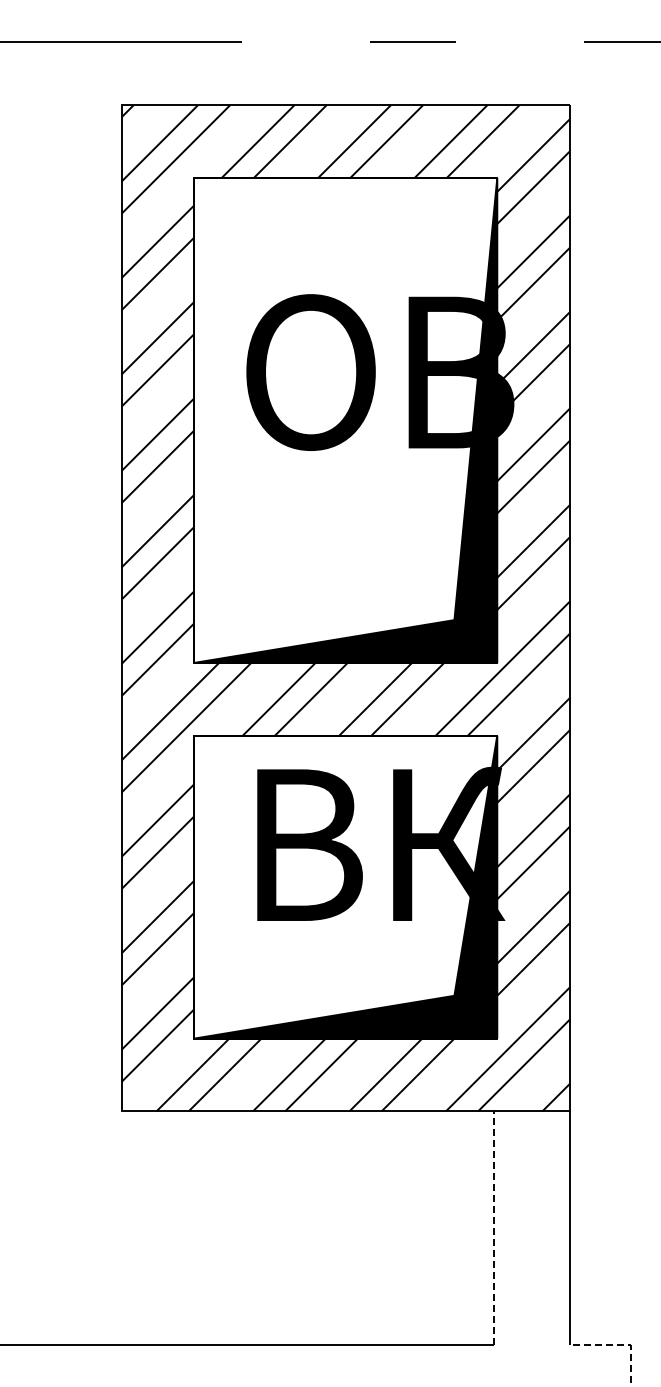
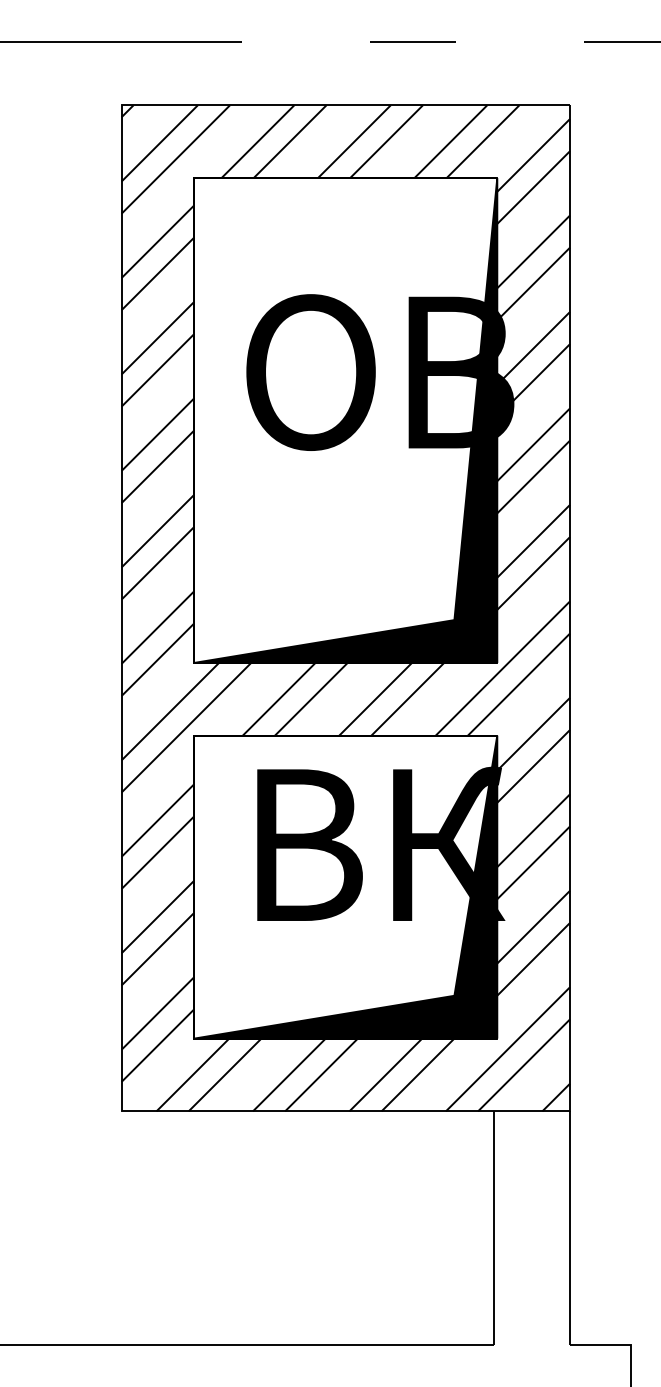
line at (494, 1227): dashed -> solid
line at (620, 1345): dashed -> solid
